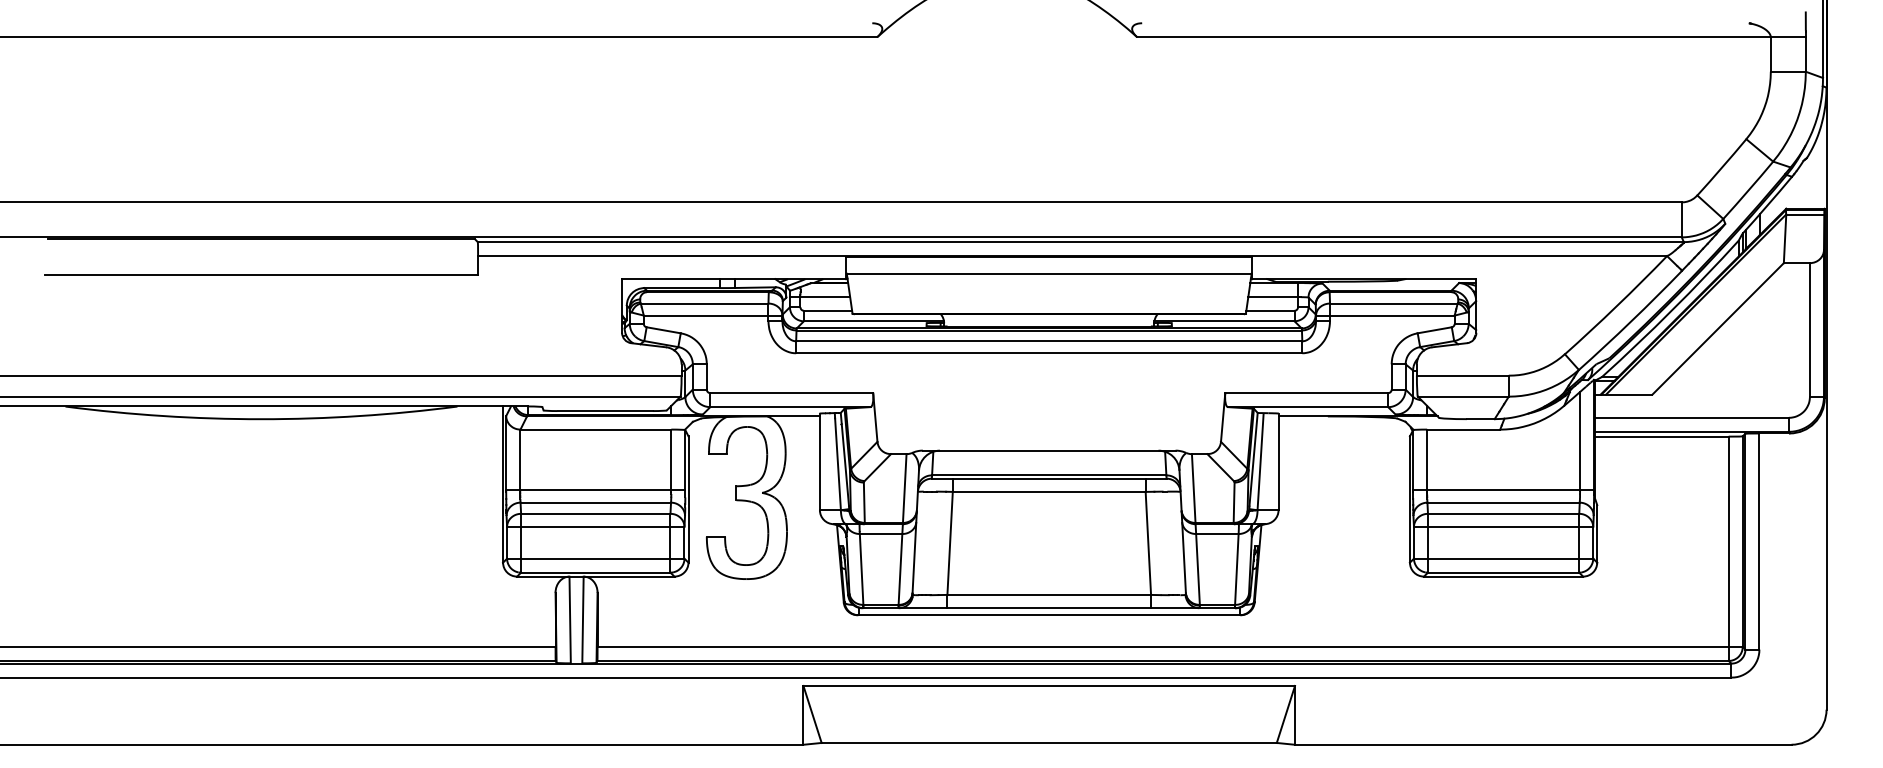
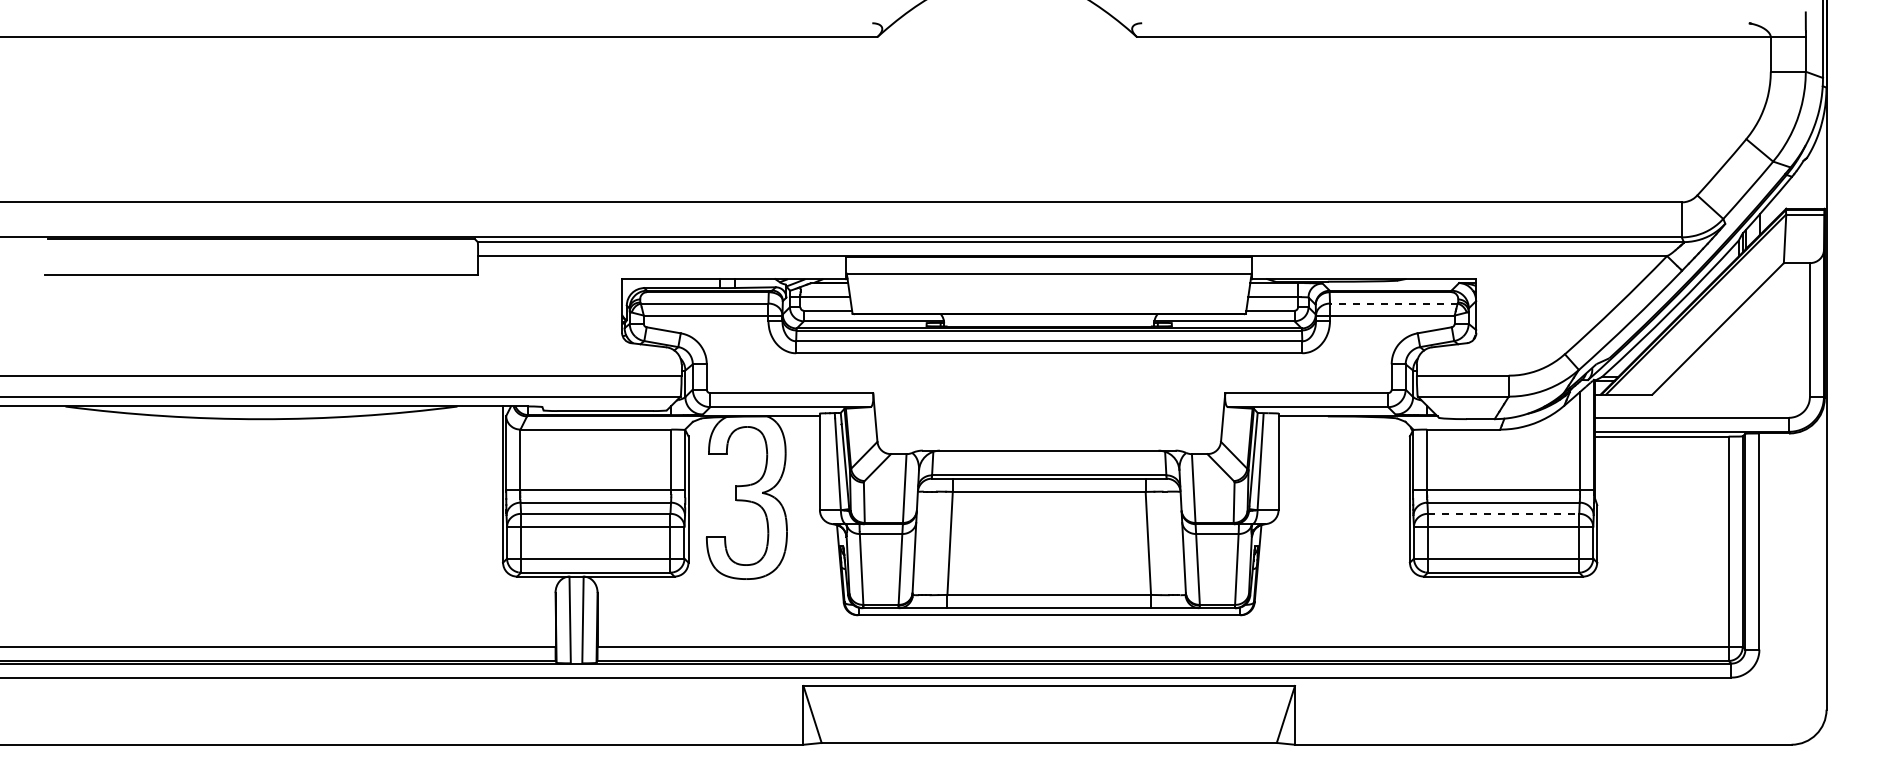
line at (1393, 303): solid -> dashed
line at (1503, 513): solid -> dashed
